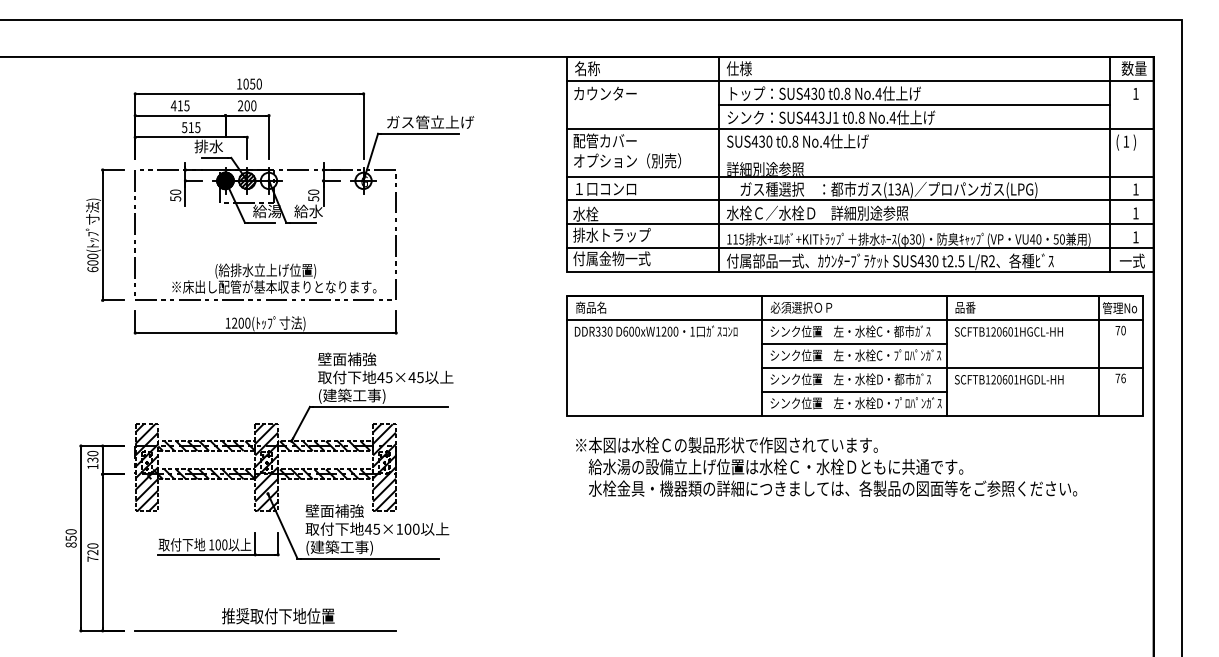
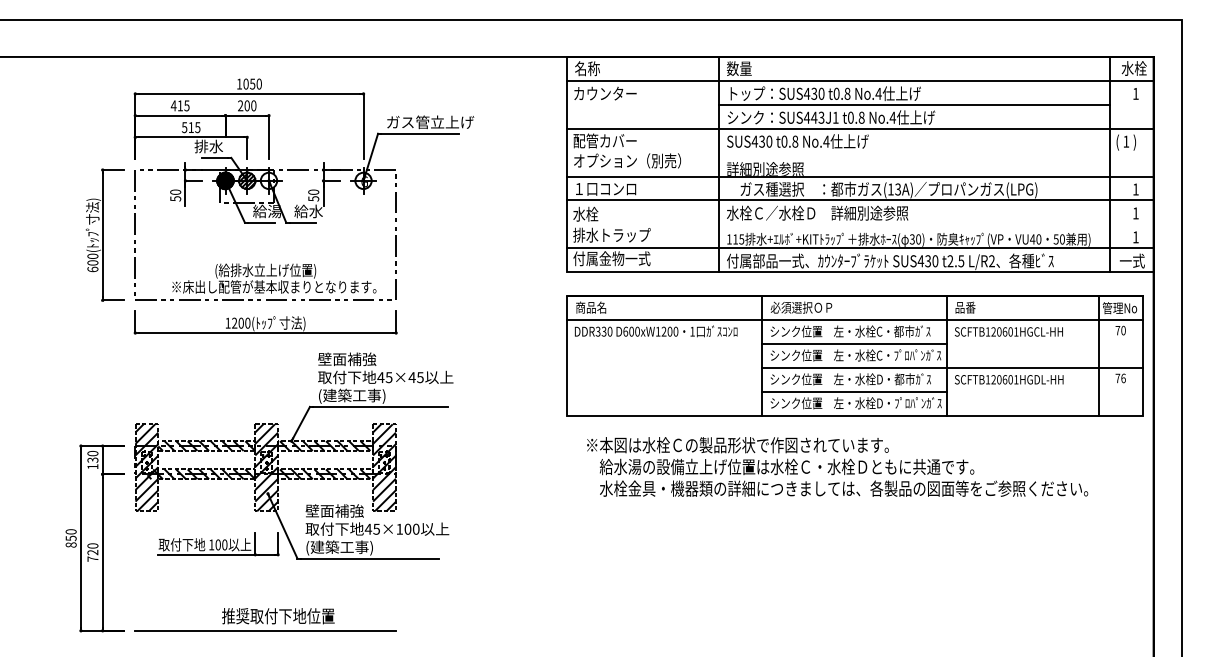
text at (738, 68): 仕様 -> 数量
text at (1133, 68): 数量 -> 水栓
line at (859, 224): present -> none
text at (826, 466) position: (826, 466) -> (837, 466)
